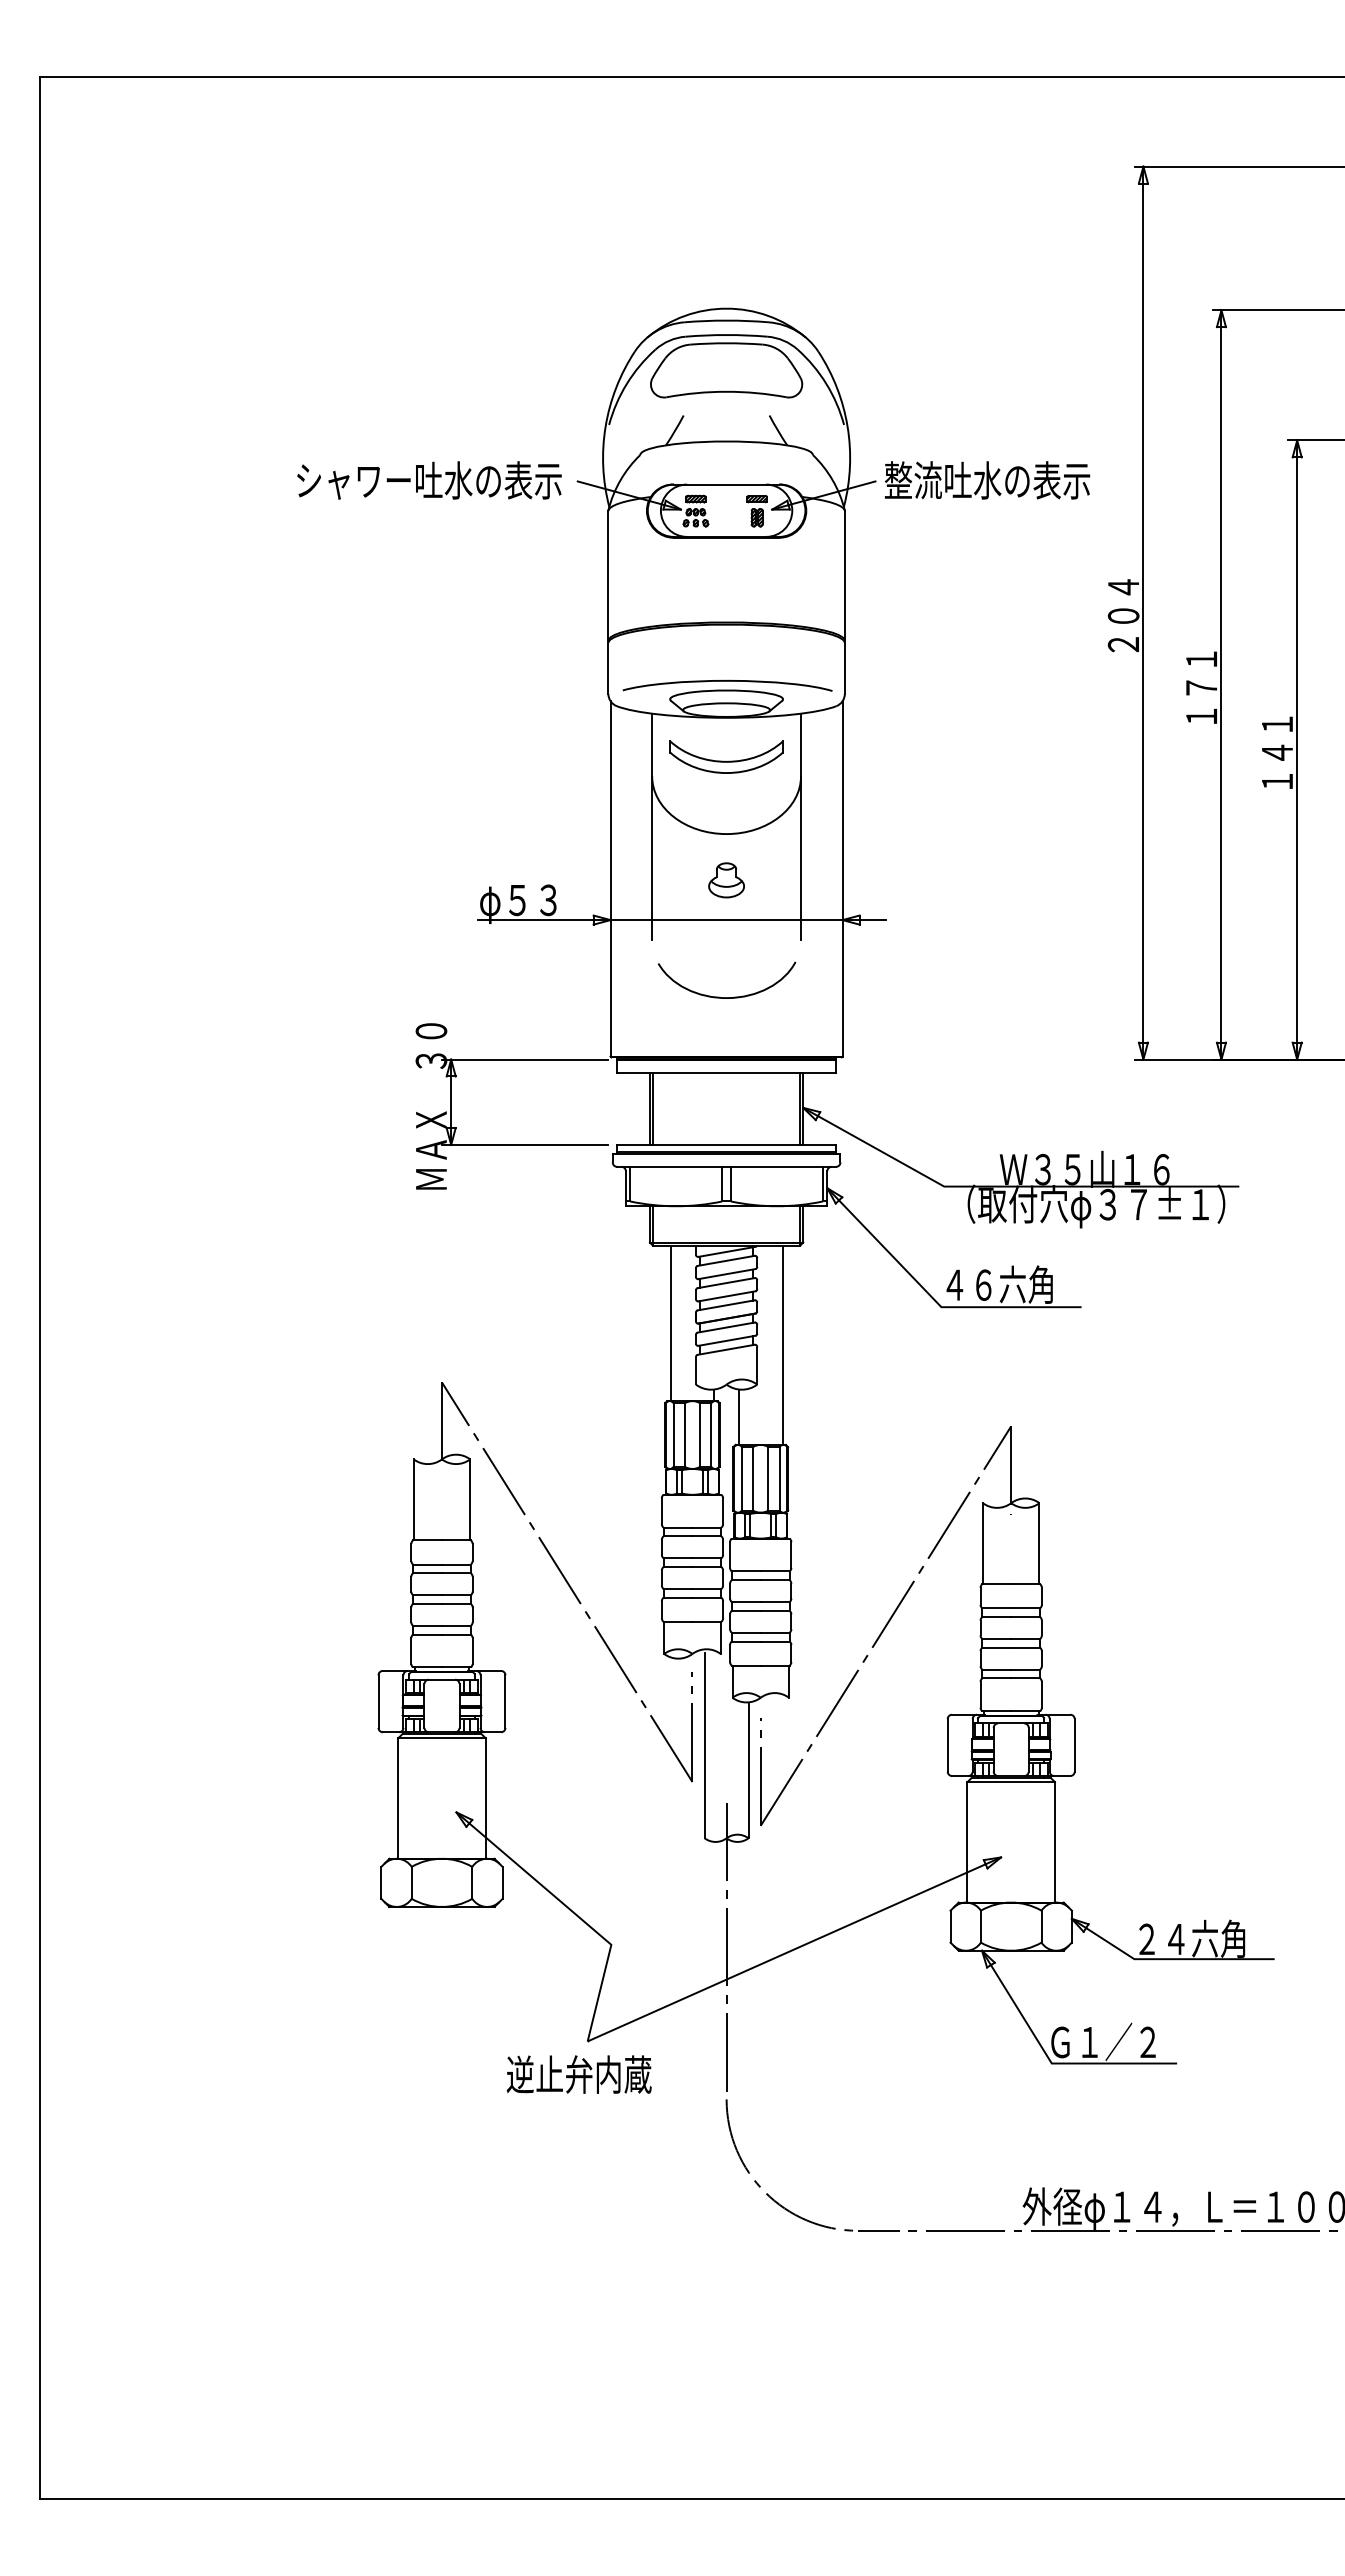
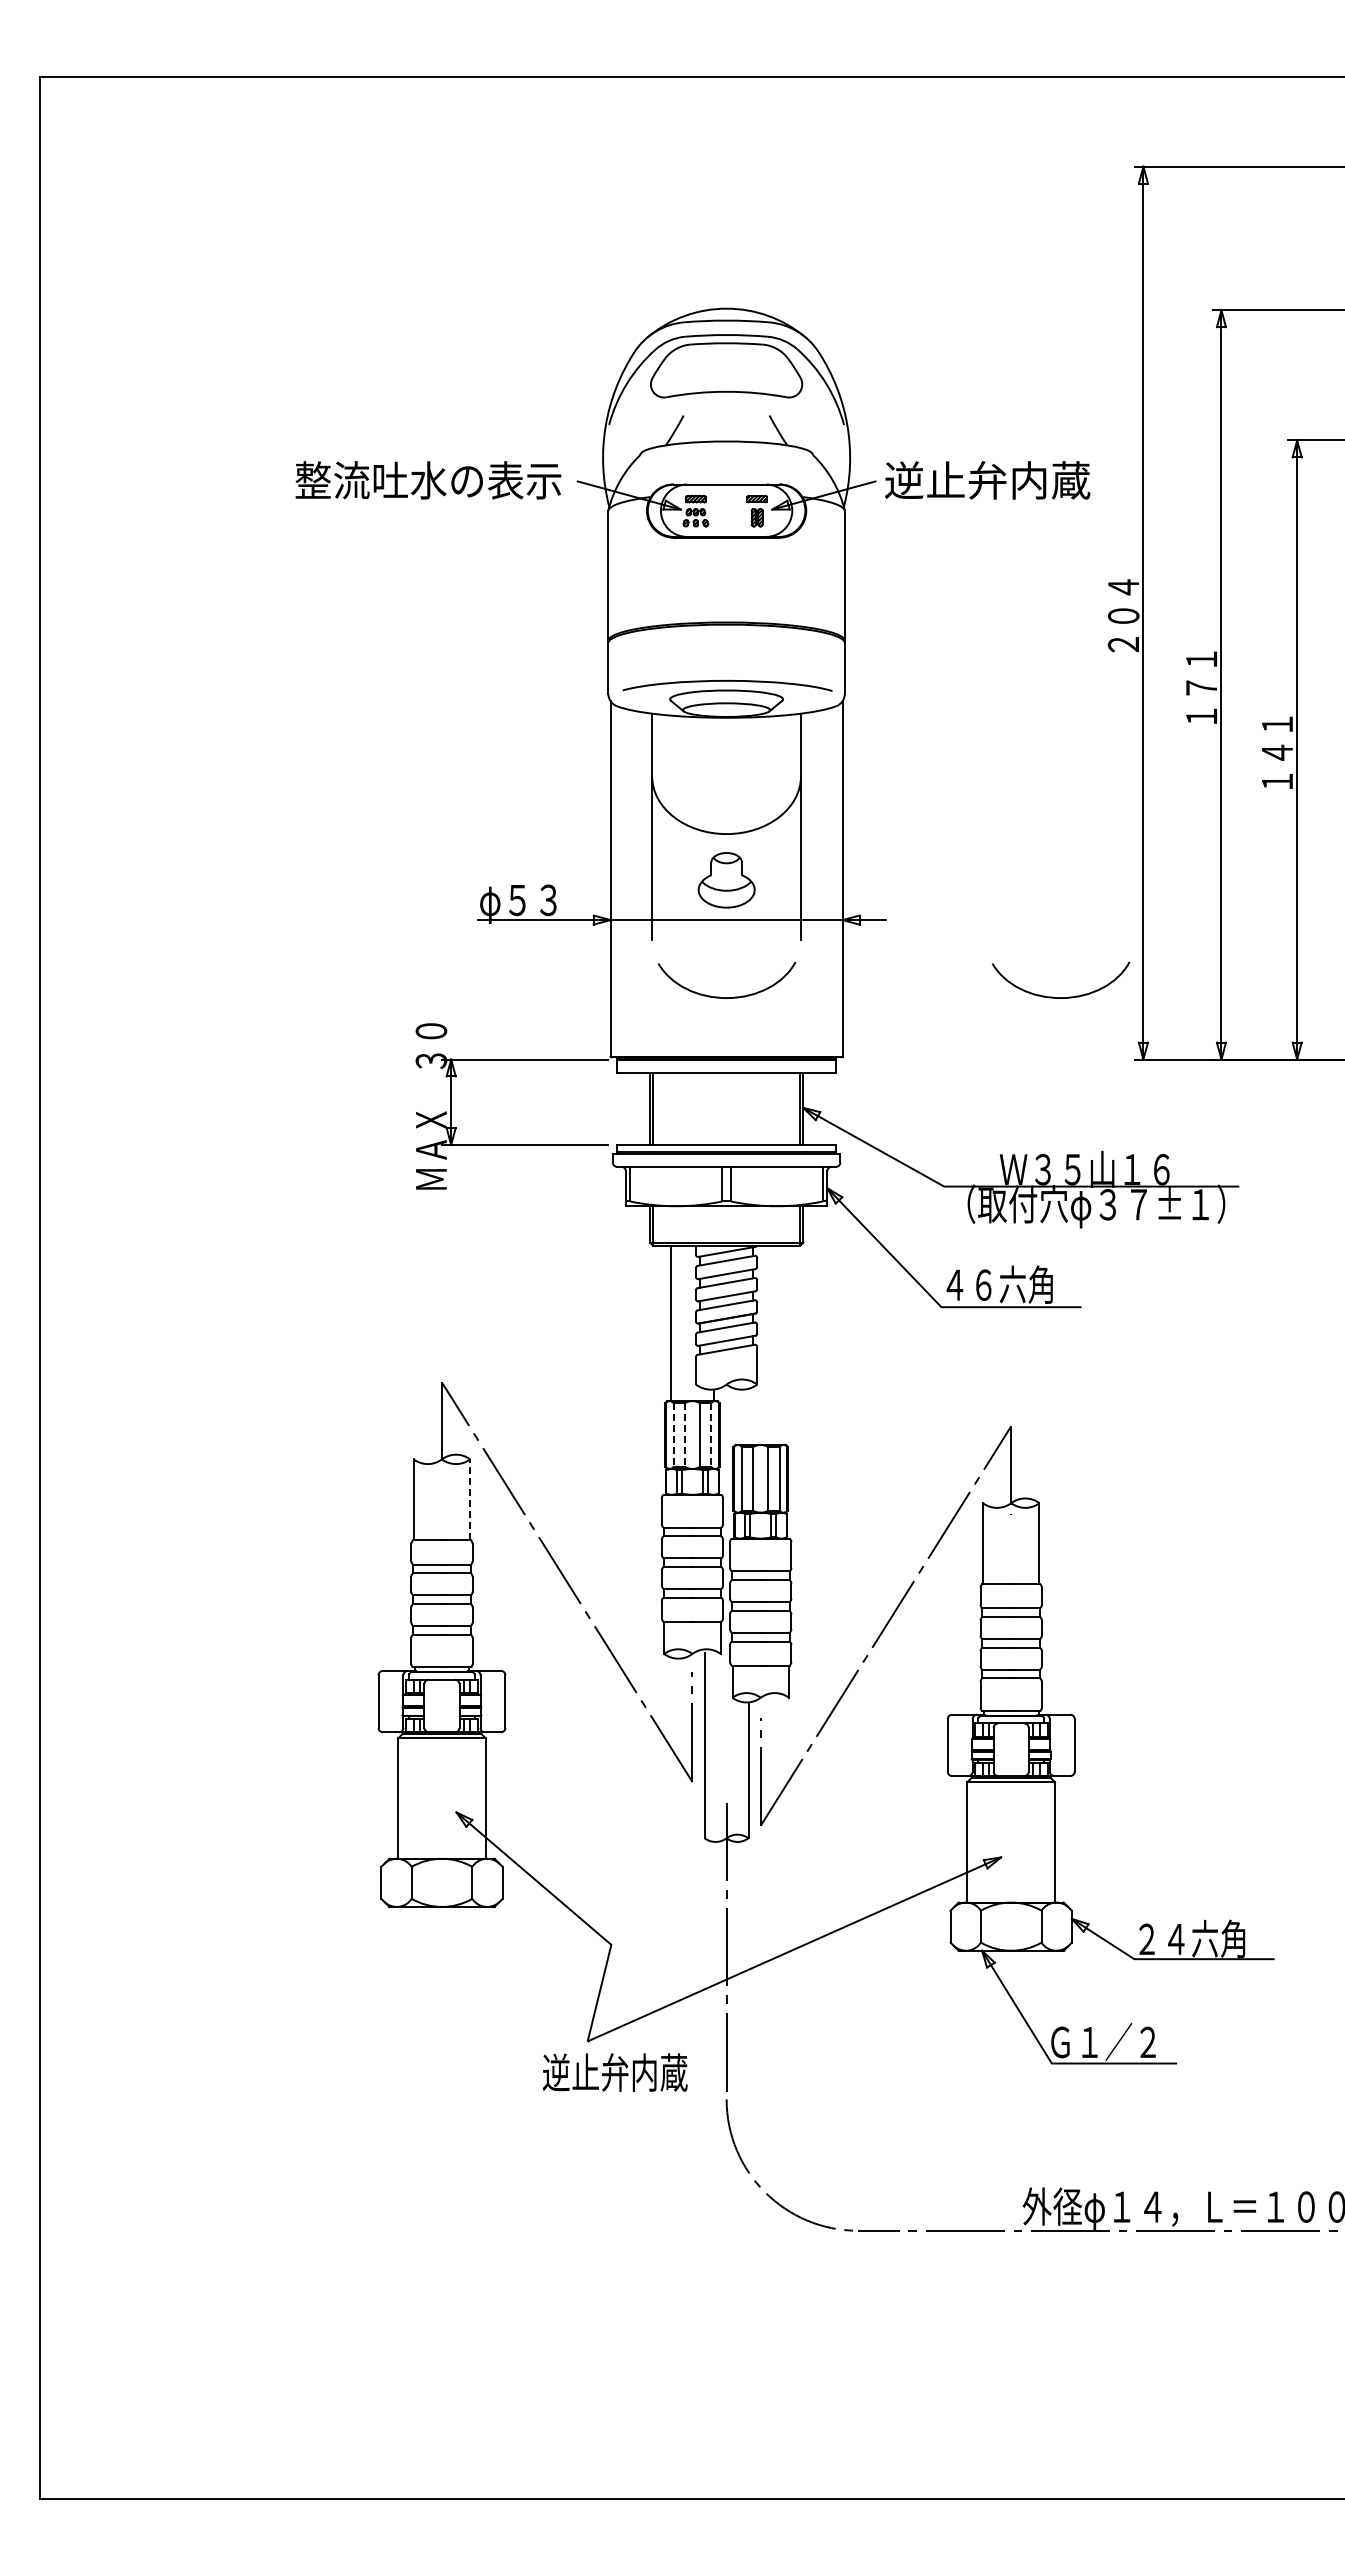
text at (428, 480): シャワー吐水の表示 -> 整流吐水の表示
text at (987, 480): 整流吐水の表示 -> 逆止弁内蔵
part at (726, 756): present -> none
part at (726, 880) size: 37x37 px -> 59x57 px
curve at (1060, 997): none -> present
line at (782, 1344): present -> none
line at (738, 1416): present -> none
line at (673, 1435): solid -> dashed
line at (684, 1435): solid -> dashed
line at (711, 1435): solid -> dashed
line at (470, 1499): solid -> dashed
text at (578, 2074) position: (578, 2074) -> (614, 2072)
